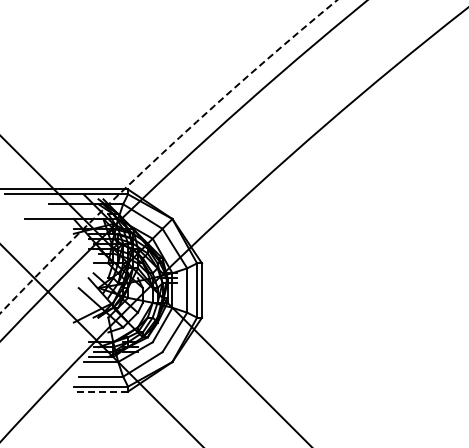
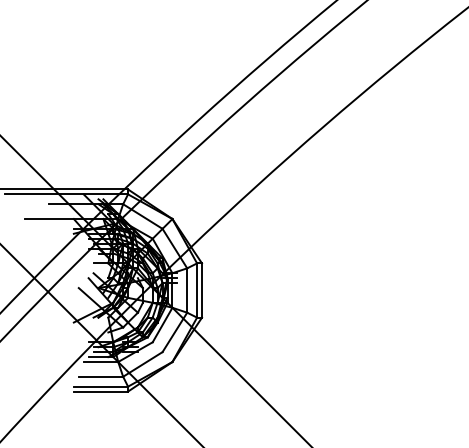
circle at (168, 156): dashed -> solid
line at (100, 391): dashed -> solid
